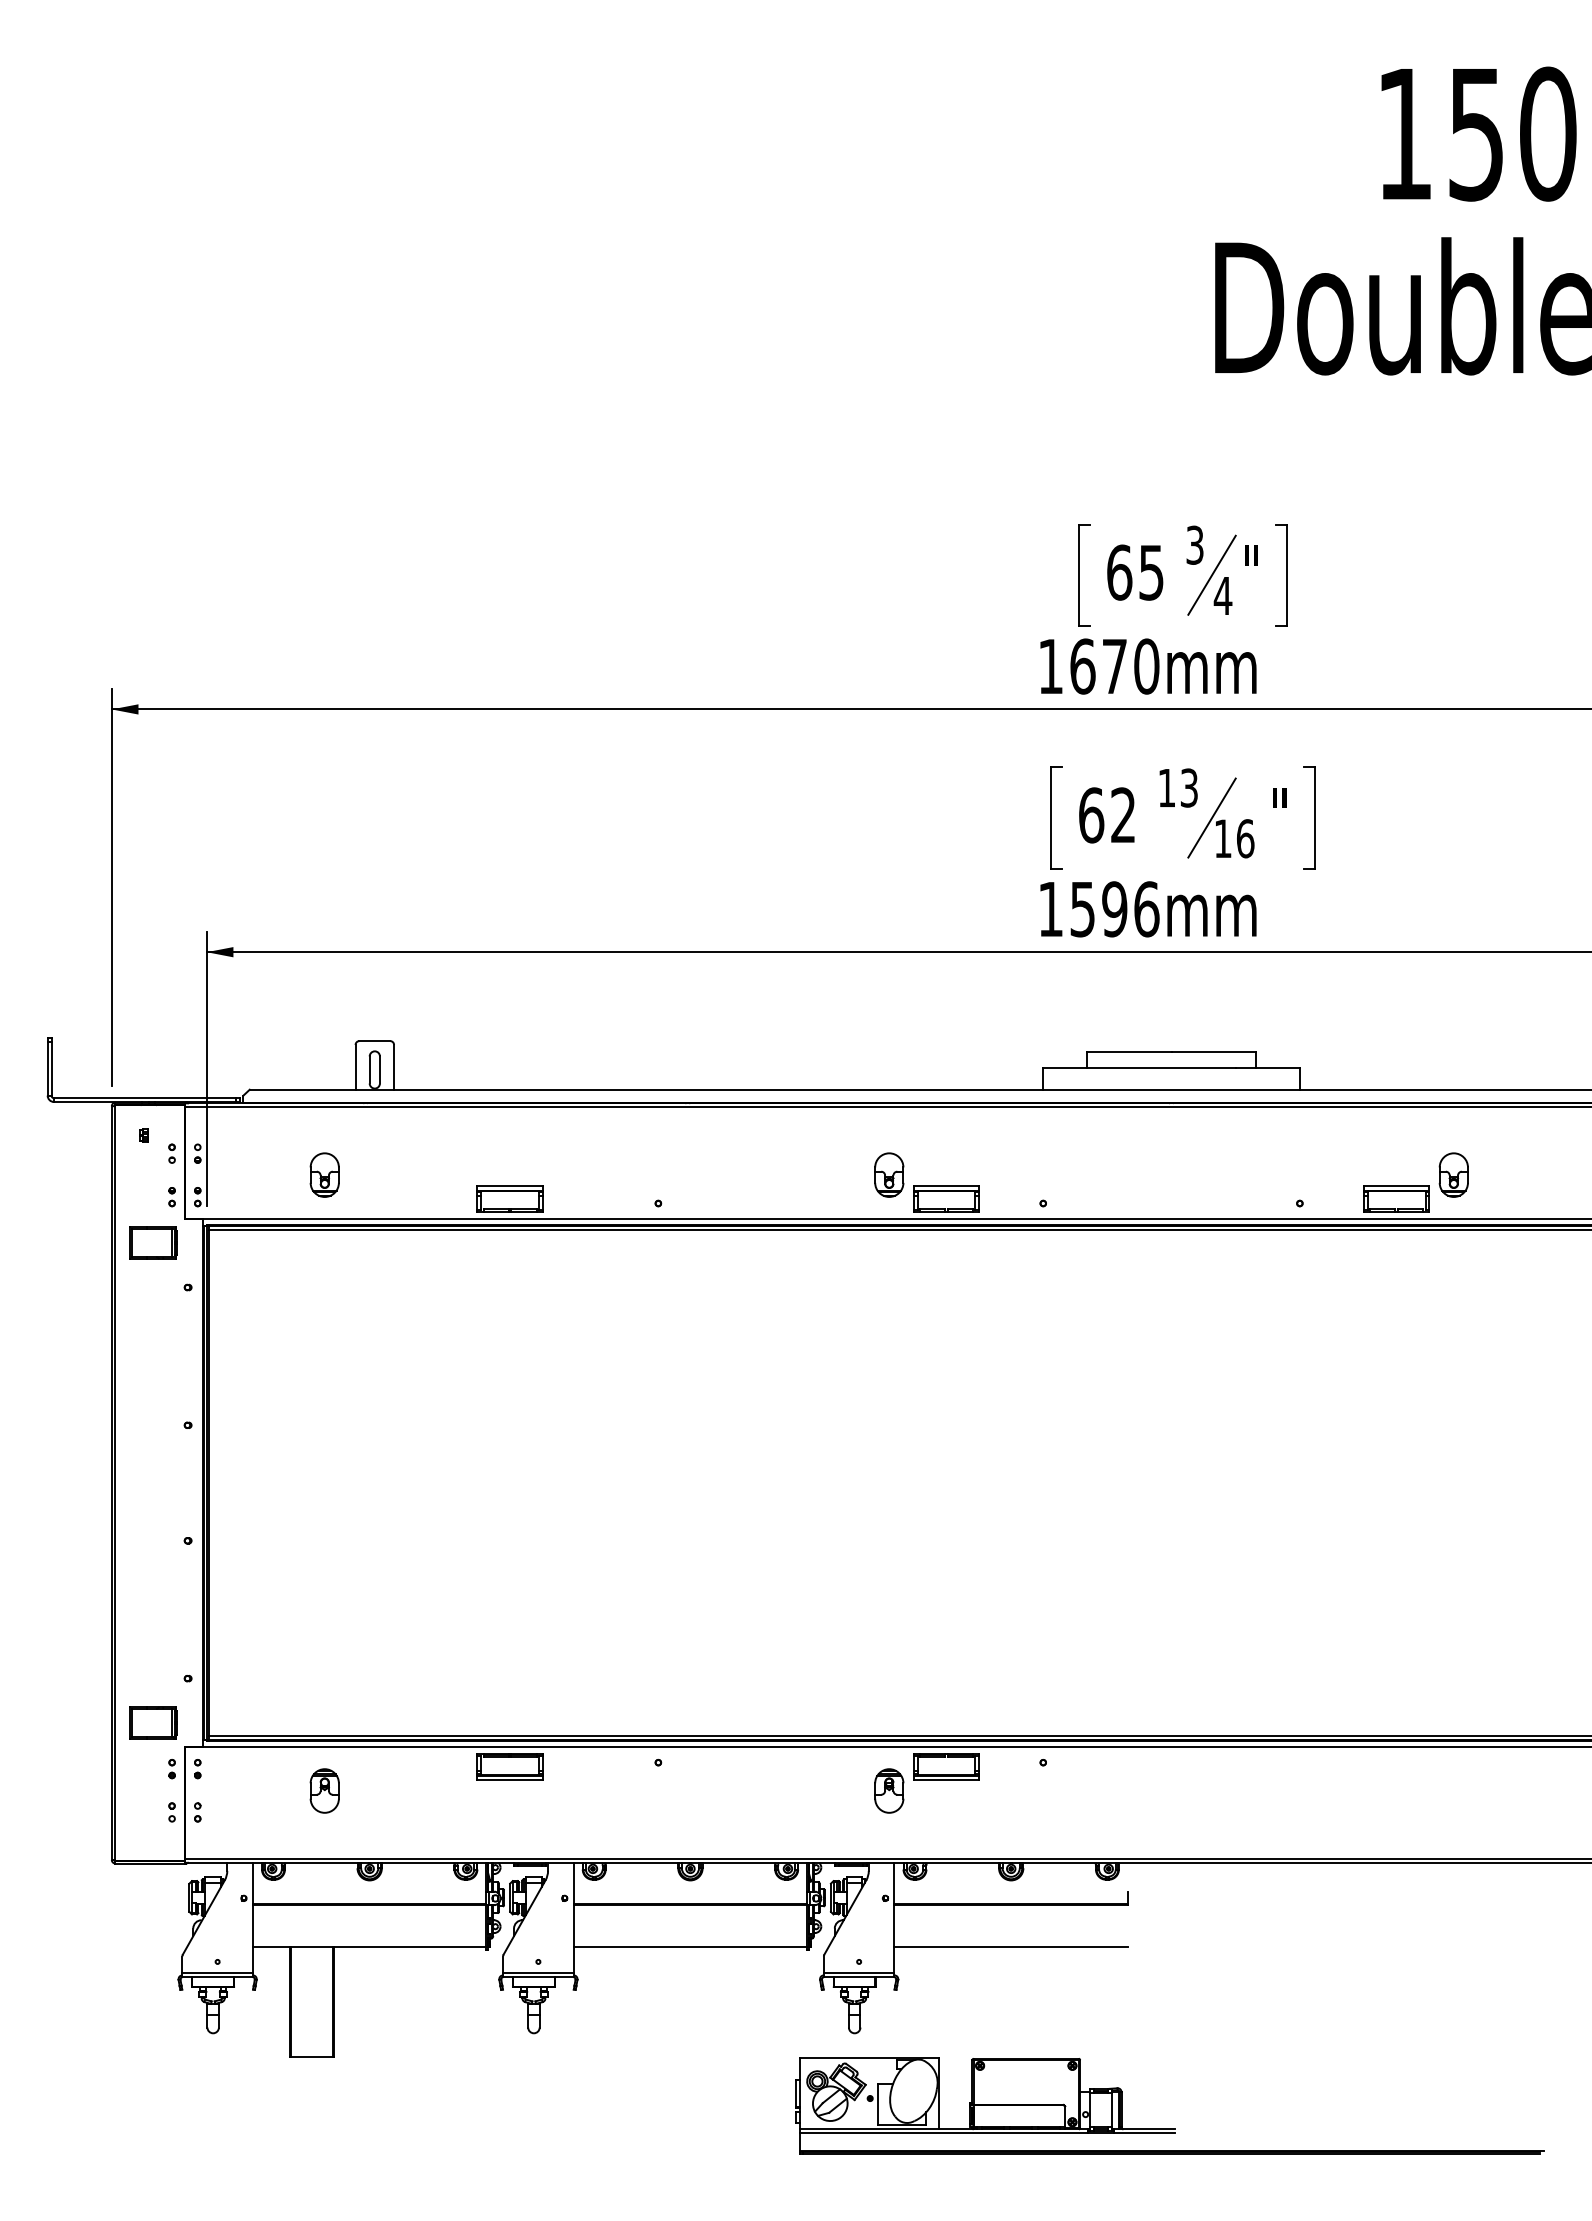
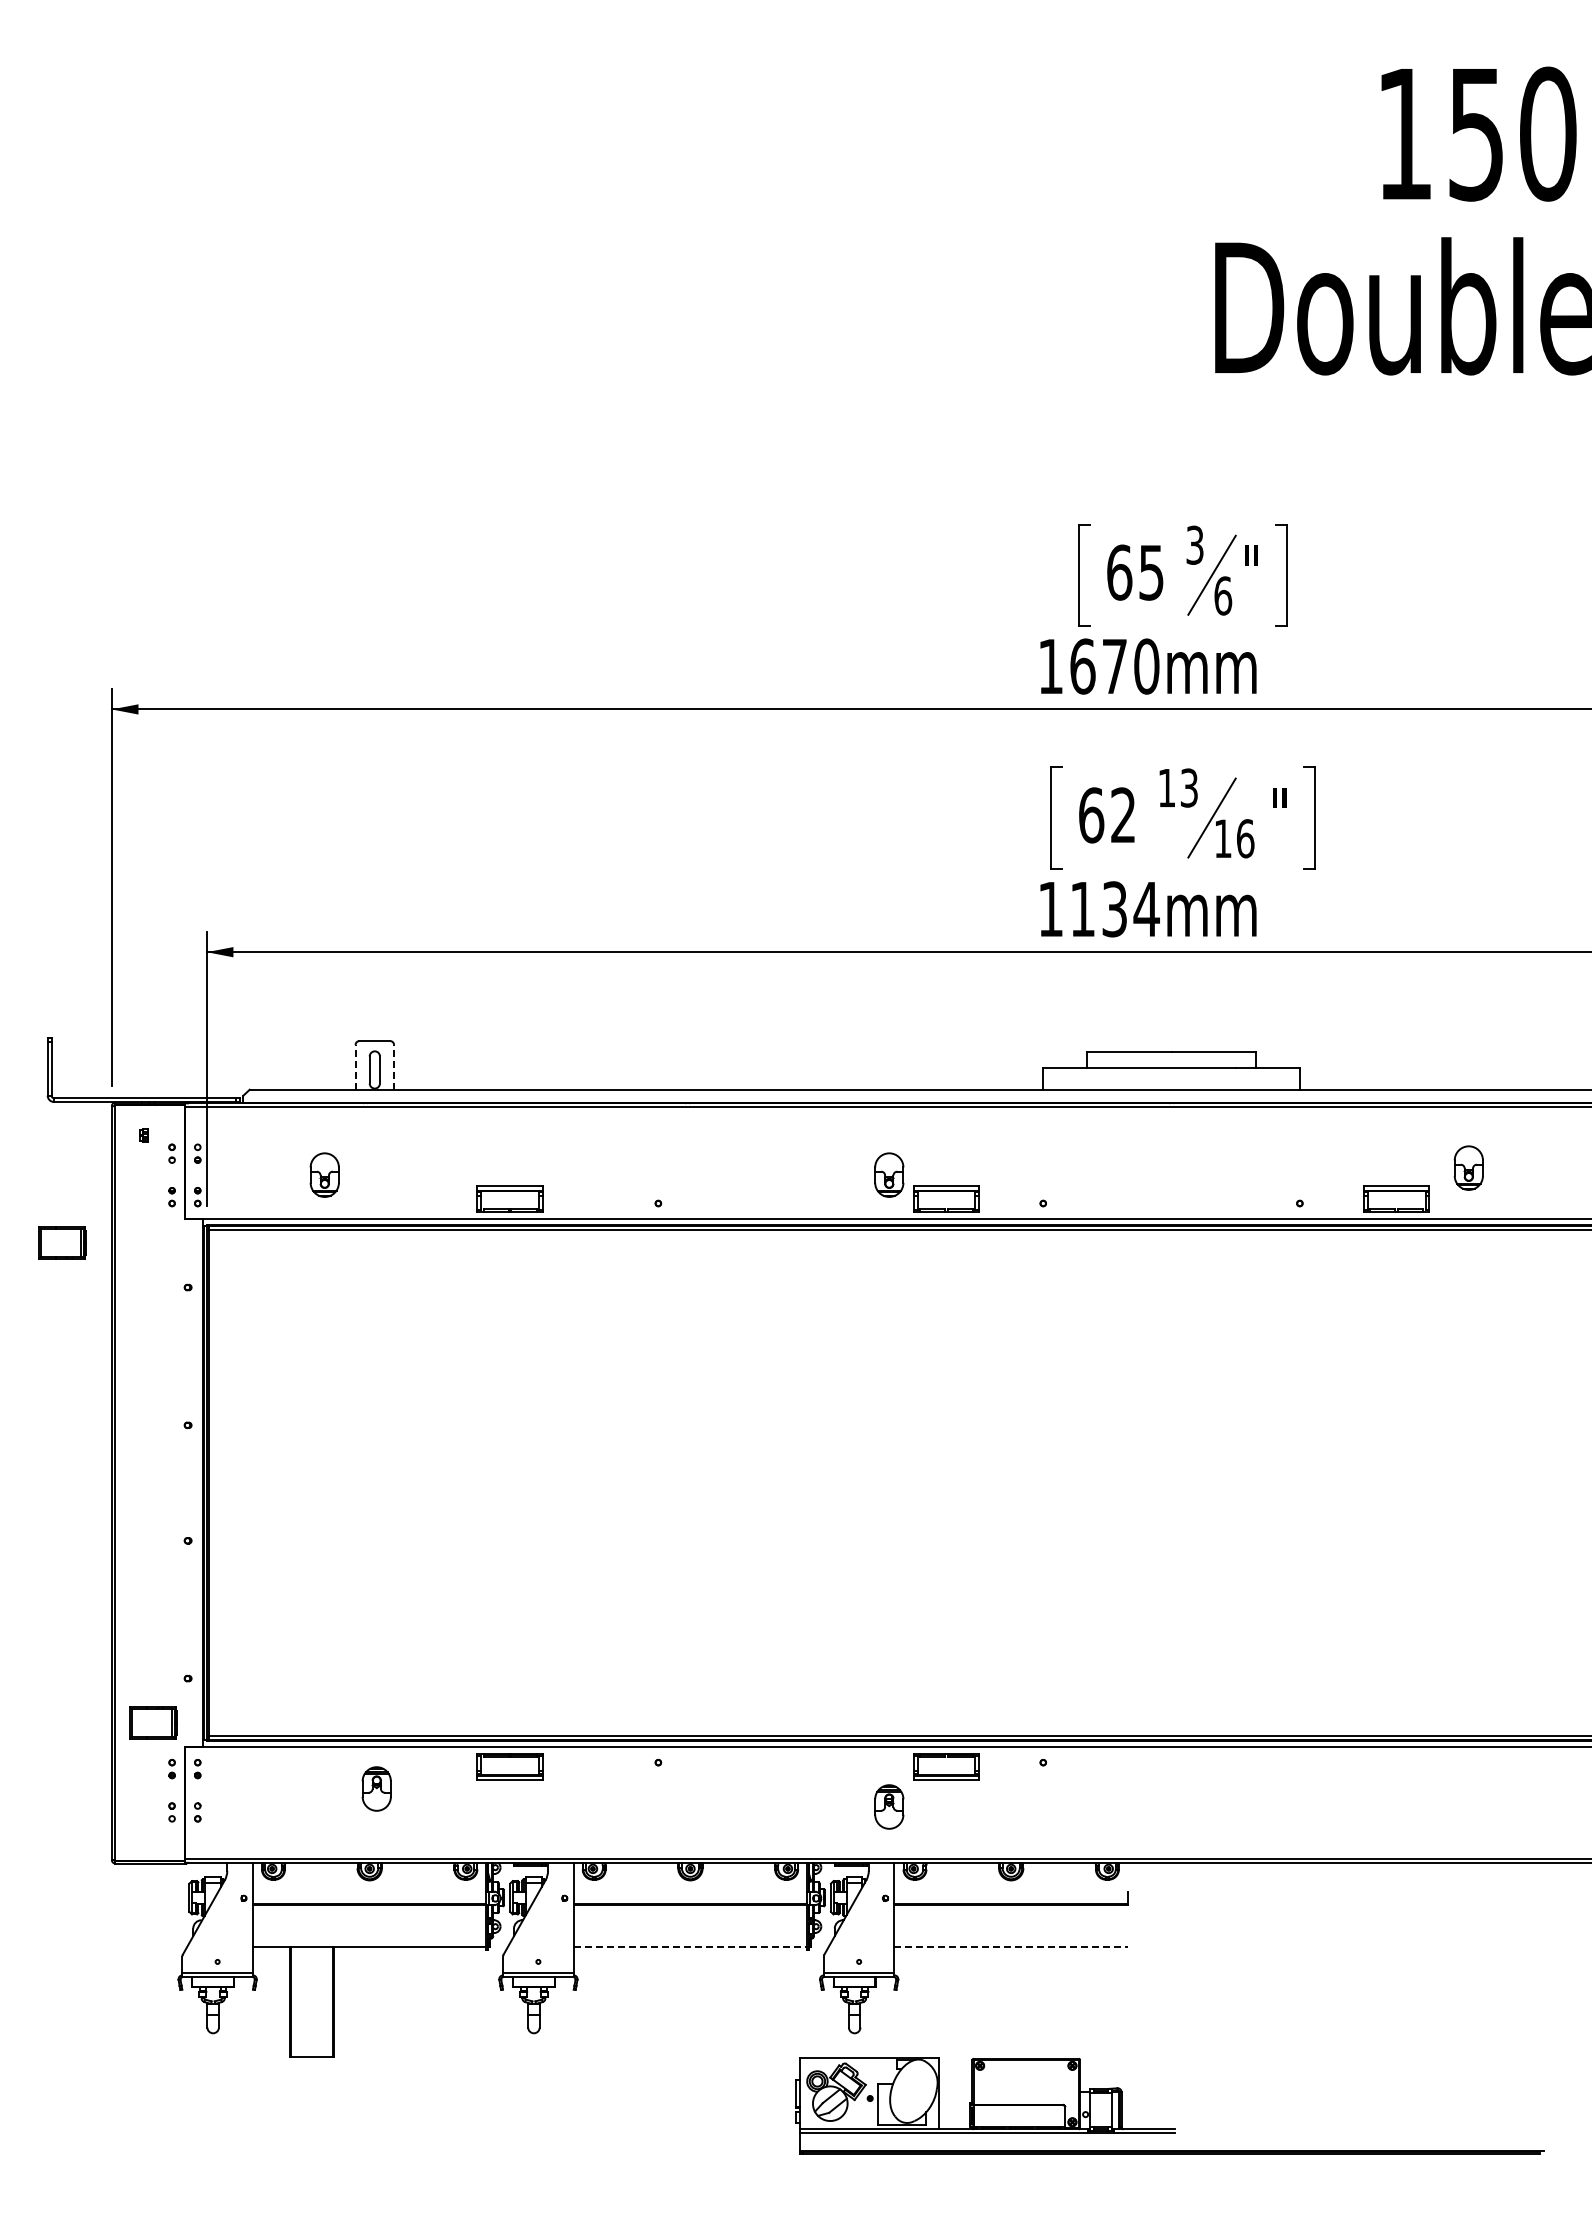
text at (1222, 595): 4 -> 6
text at (1114, 909): 1596mm -> 1134mm
line at (355, 1066): solid -> dashed
line at (394, 1066): solid -> dashed
part at (1453, 1174) position: (1453, 1174) -> (1468, 1167)
part at (153, 1242) position: (153, 1242) -> (62, 1242)
part at (324, 1790) position: (324, 1790) -> (376, 1788)
part at (889, 1790) position: (889, 1790) -> (889, 1806)
line at (690, 1947): solid -> dashed
line at (1011, 1947): solid -> dashed
